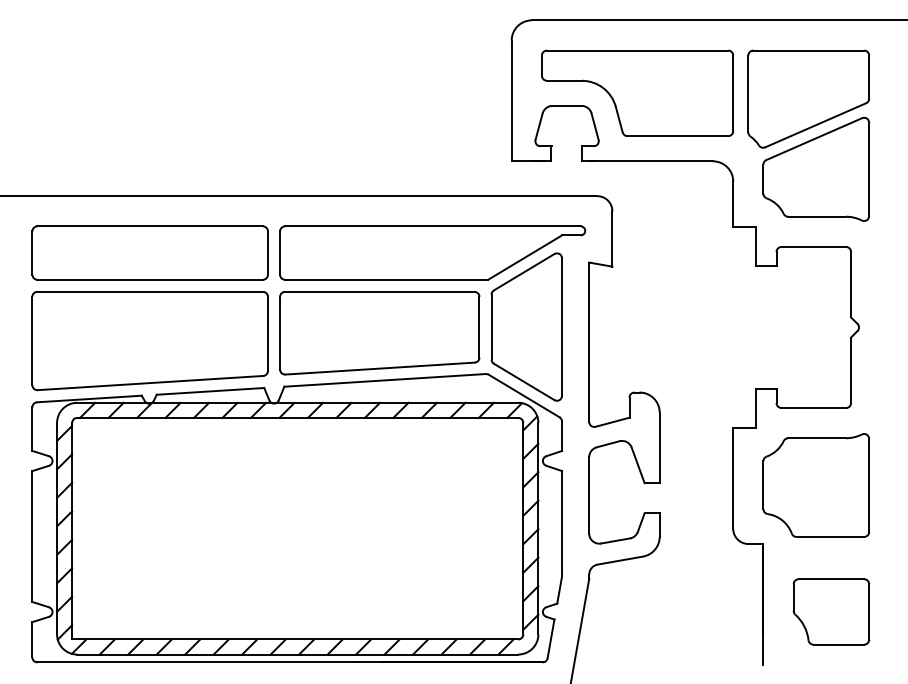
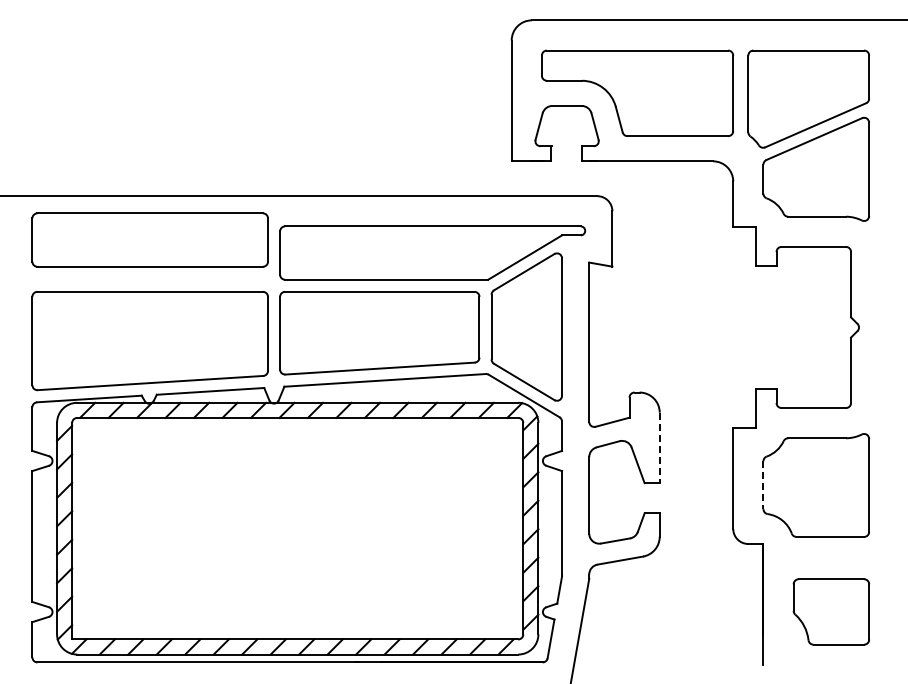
part at (149, 252) position: (149, 252) -> (149, 239)
line at (659, 448): solid -> dashed
line at (763, 485): solid -> dashed
